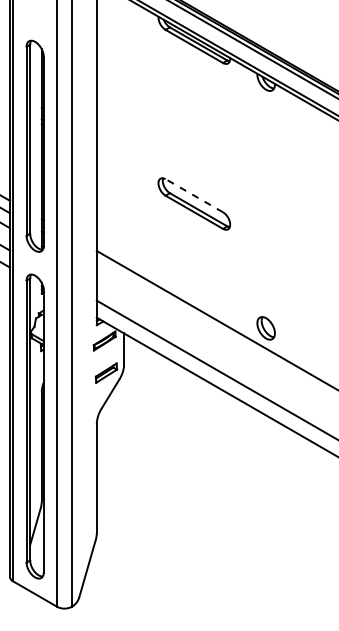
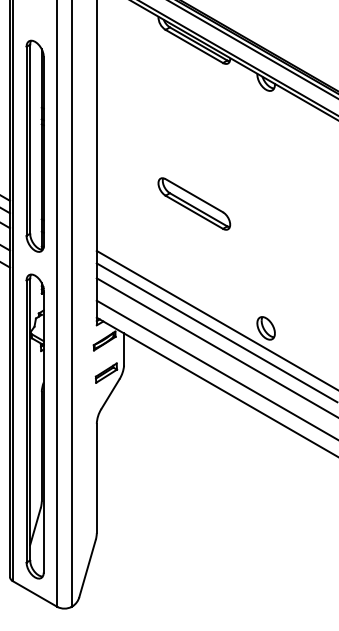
line at (193, 195): dashed -> solid
line at (215, 332): none -> present
line at (215, 347): none -> present
